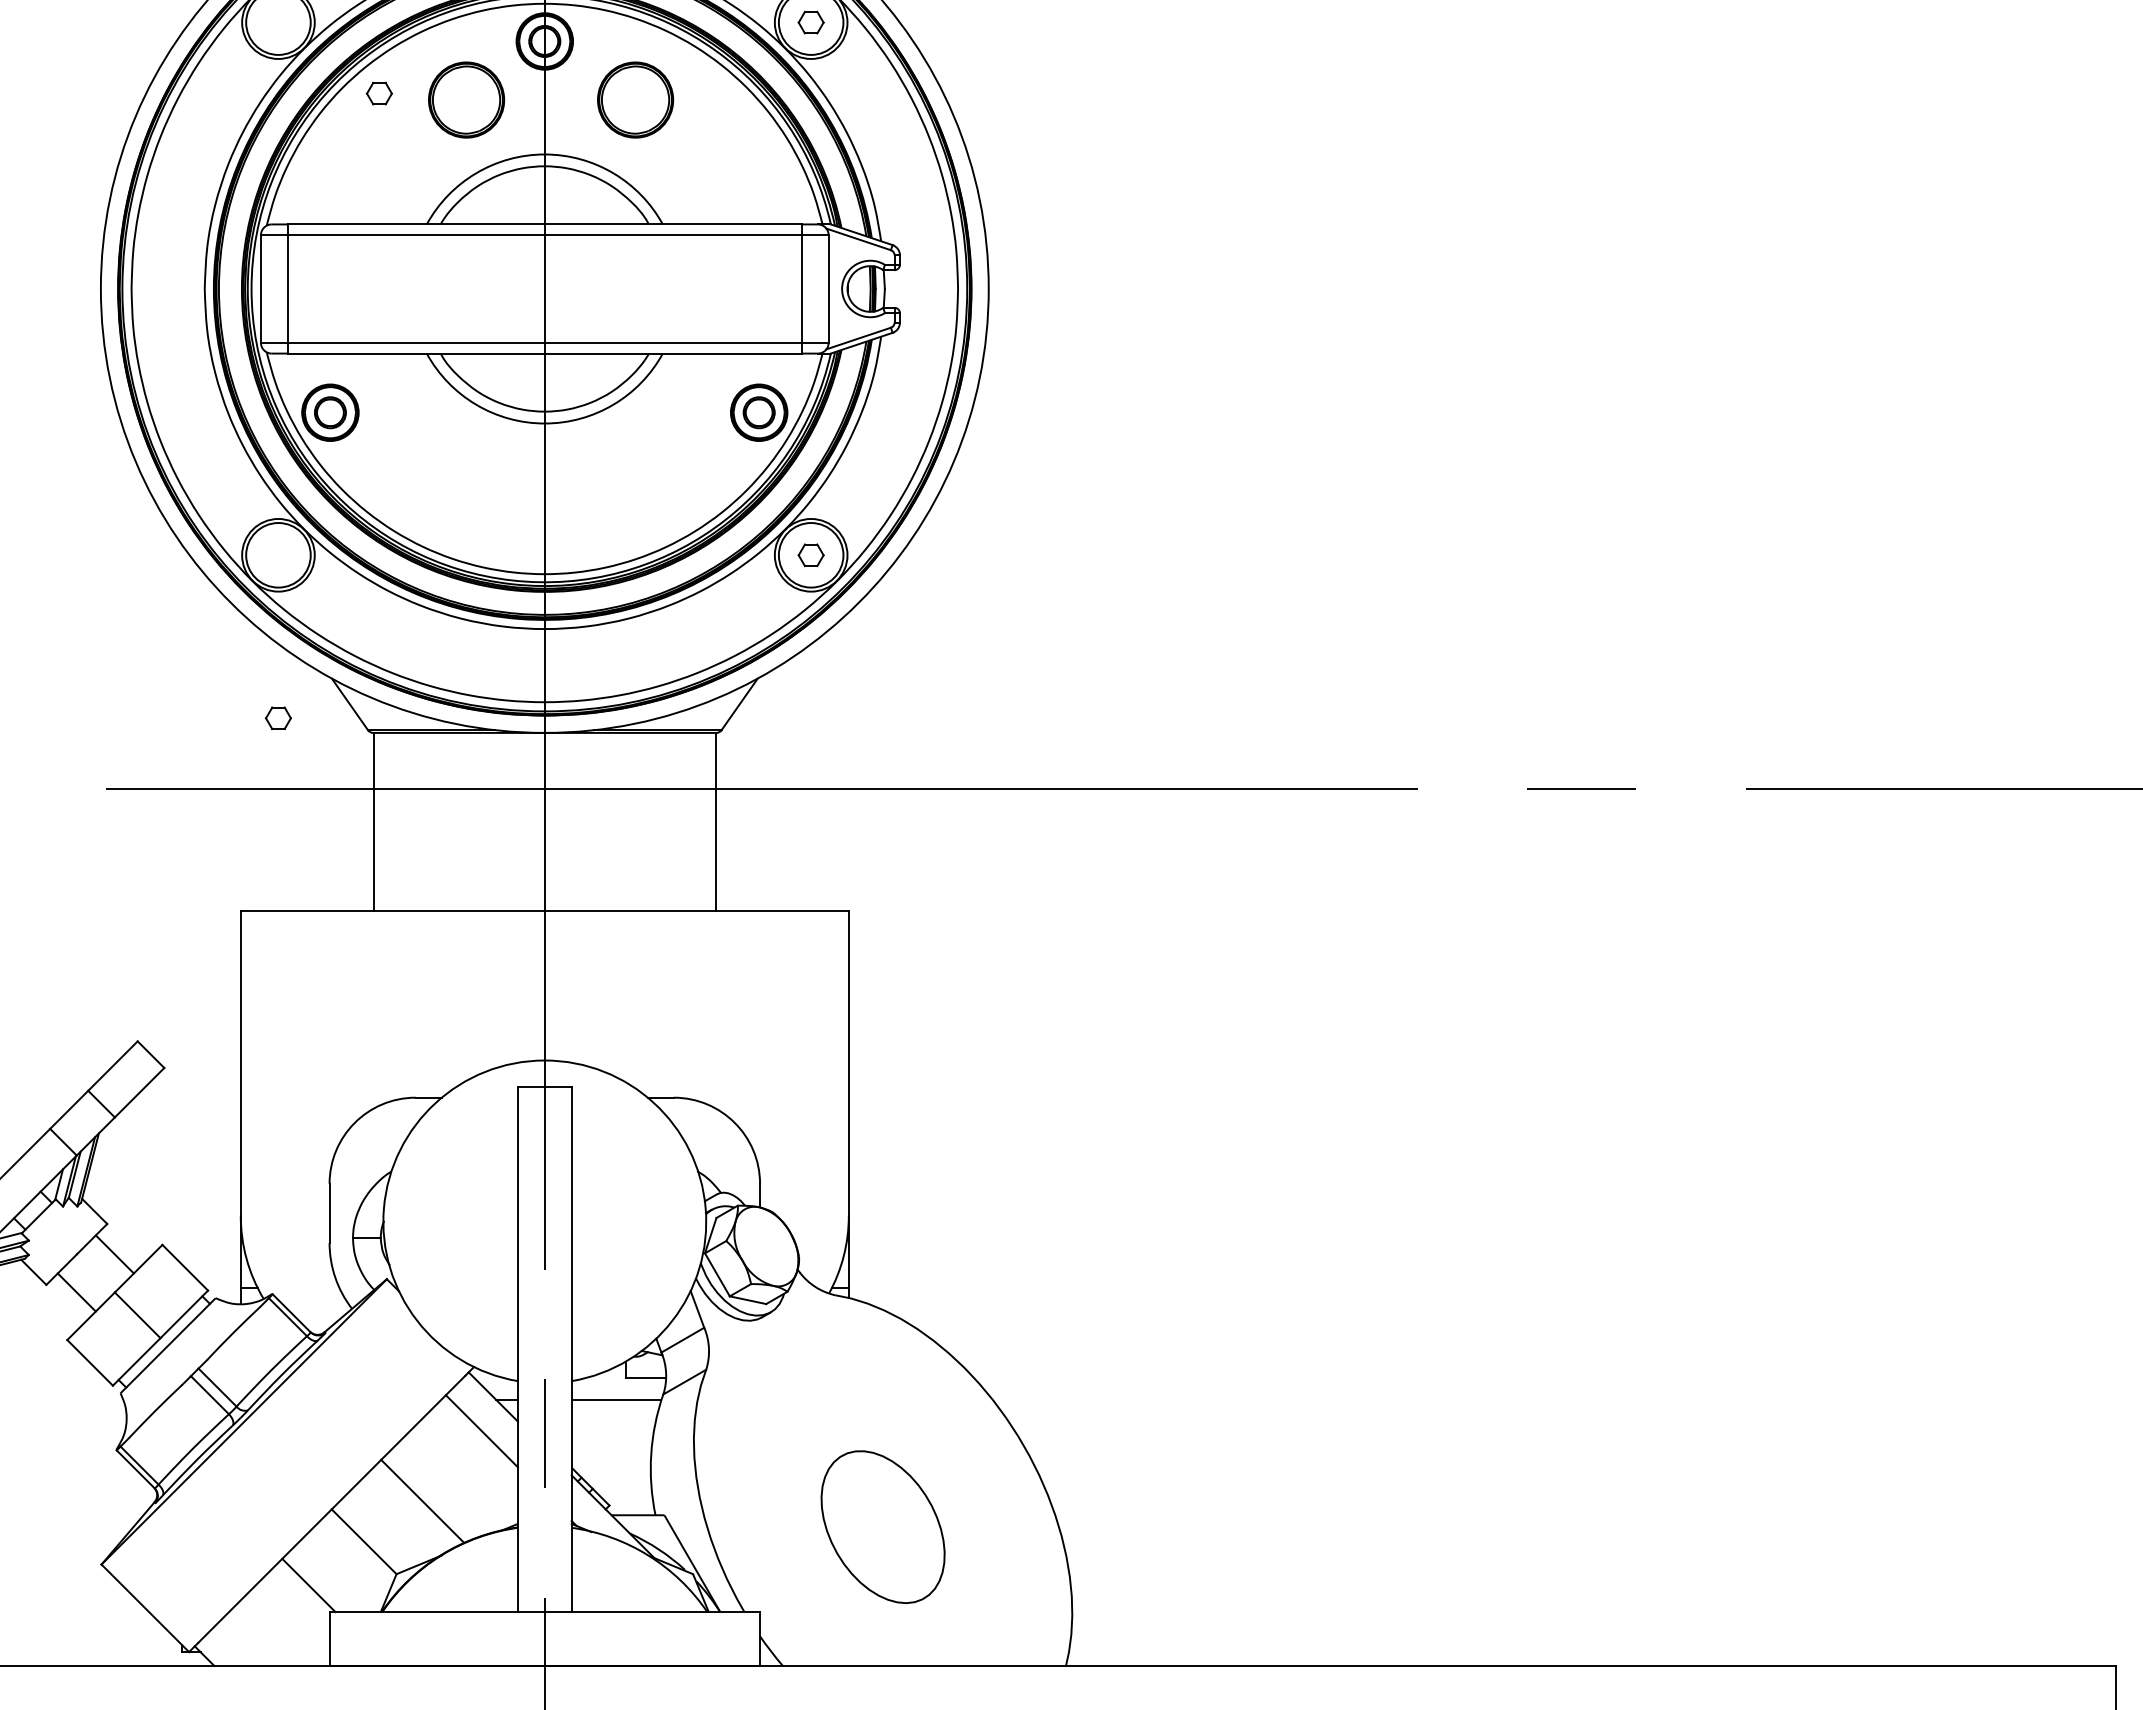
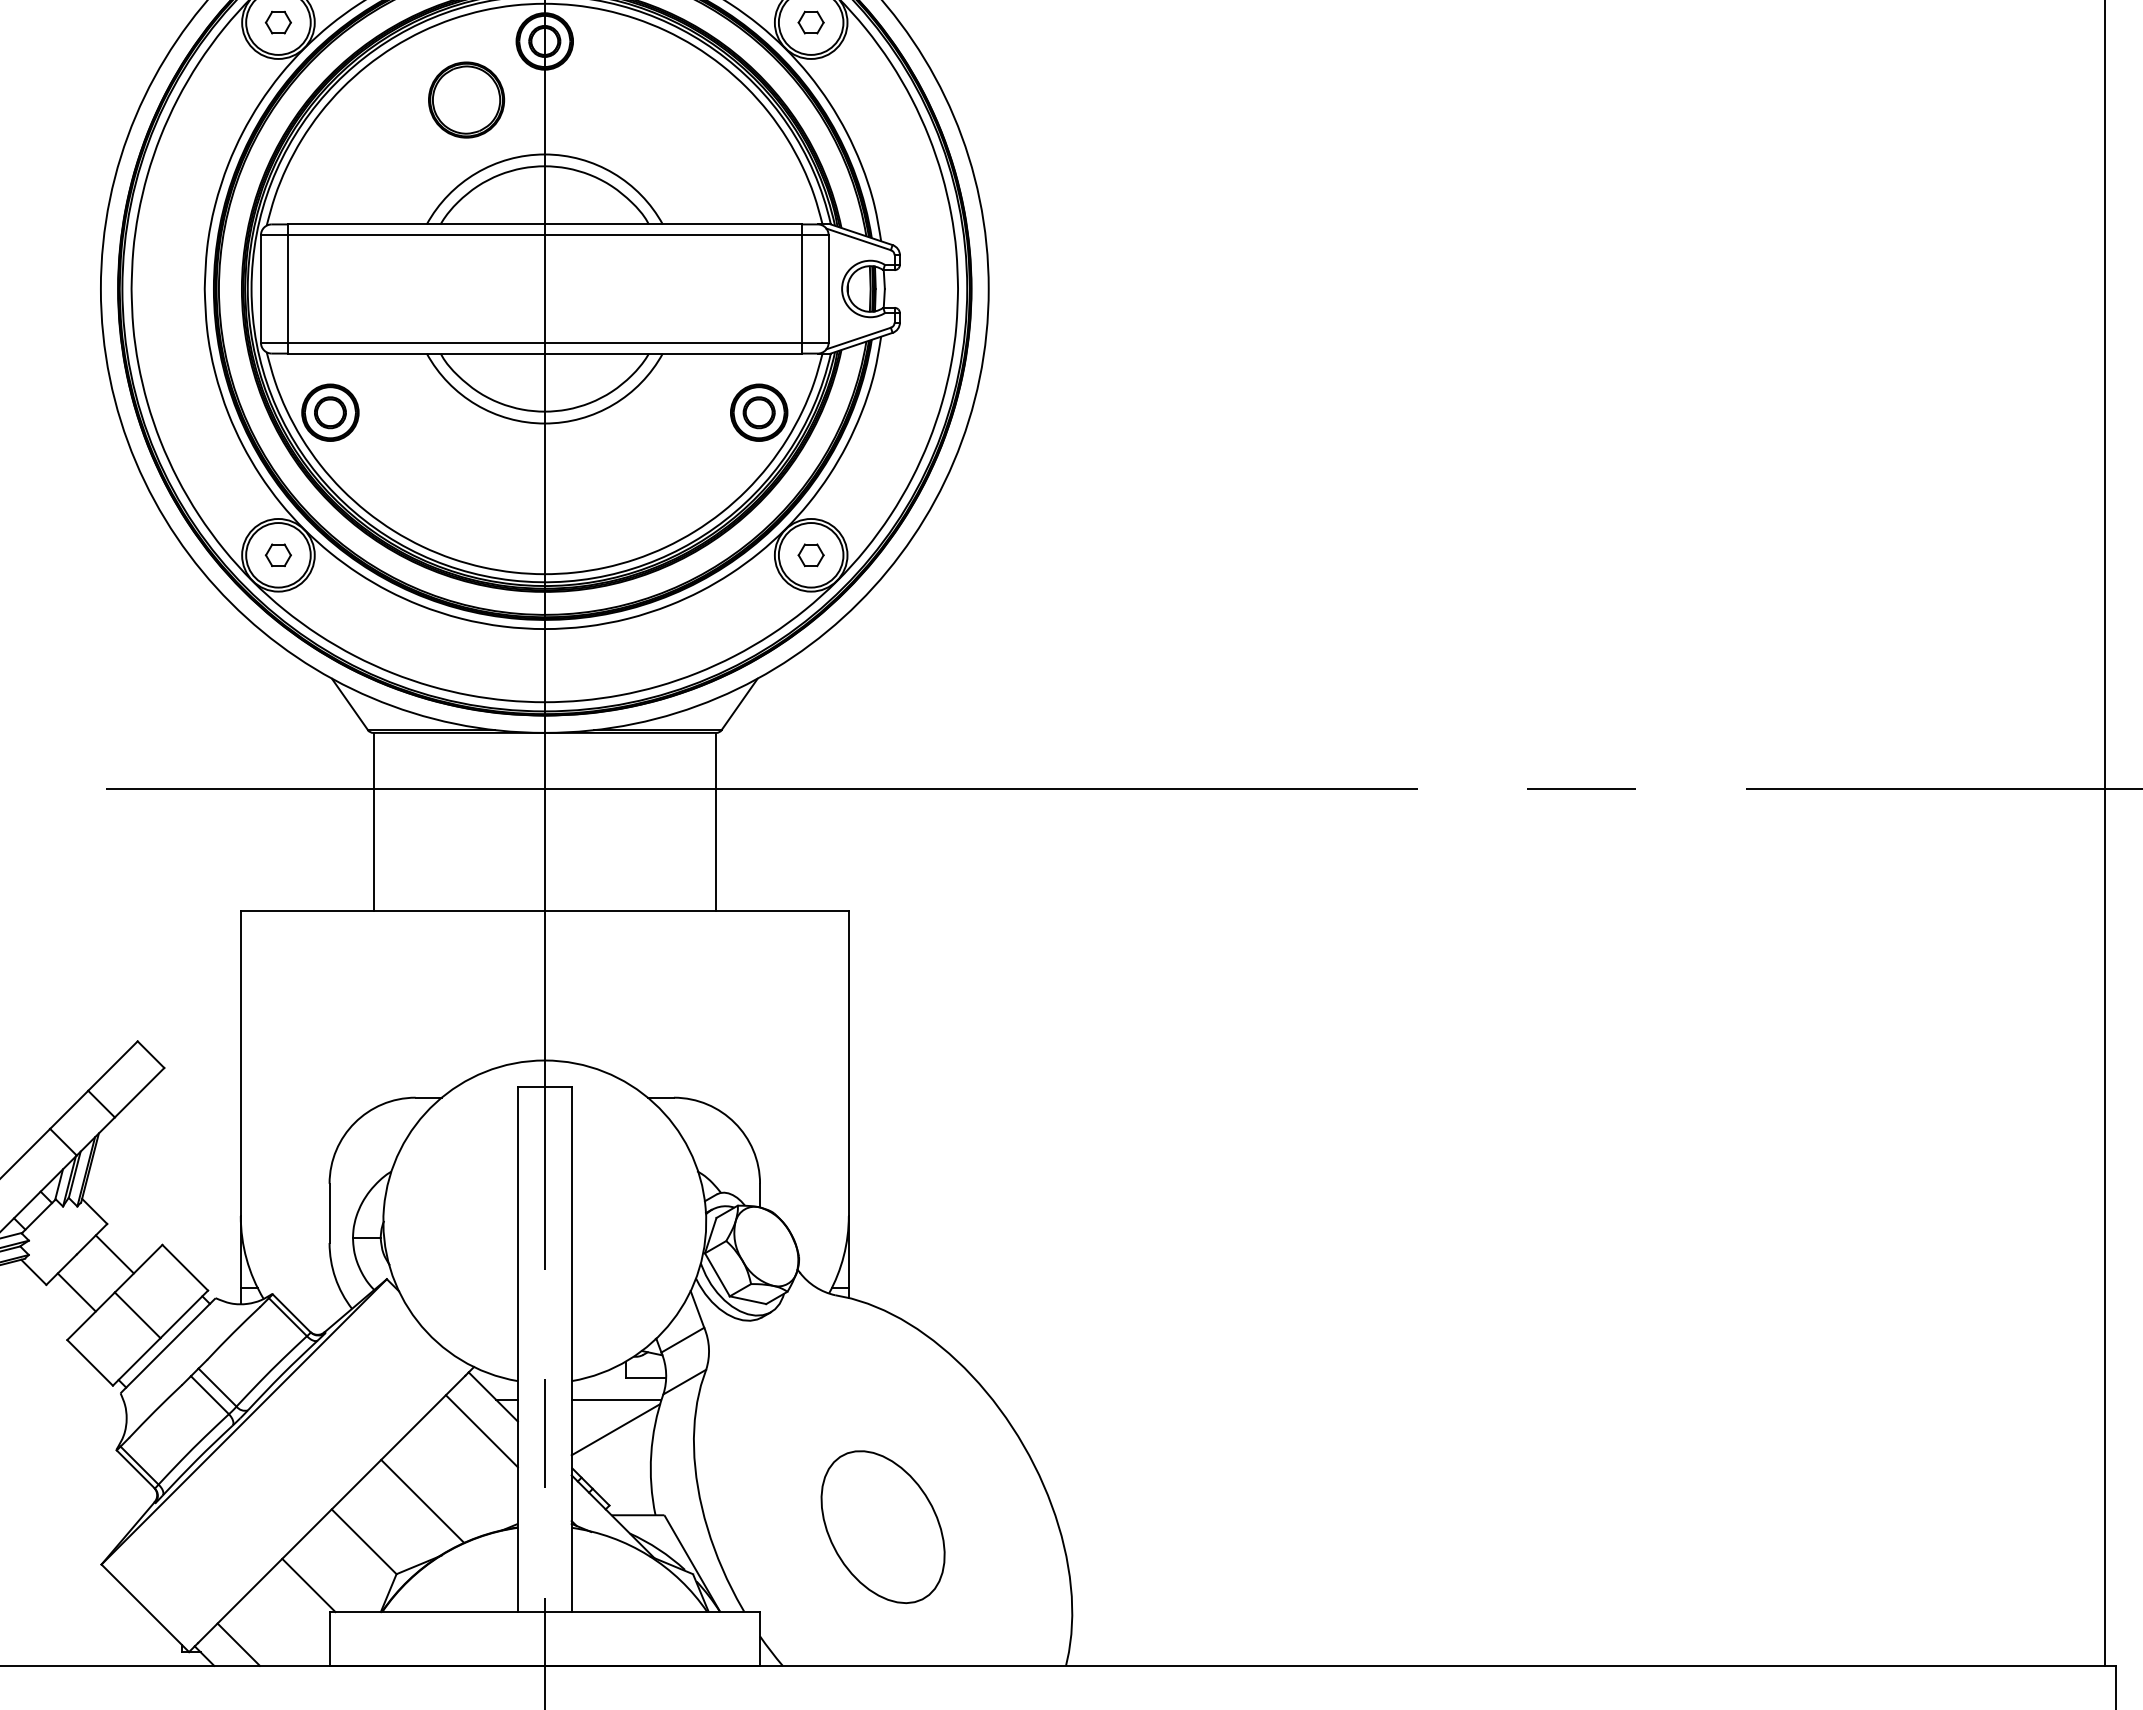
part at (378, 93) position: (378, 93) -> (277, 22)
part at (635, 99): present -> none
part at (277, 717) position: (277, 717) -> (277, 554)
line at (2105, 833): none -> present
line at (615, 1429): none -> present
line at (238, 1644): none -> present
